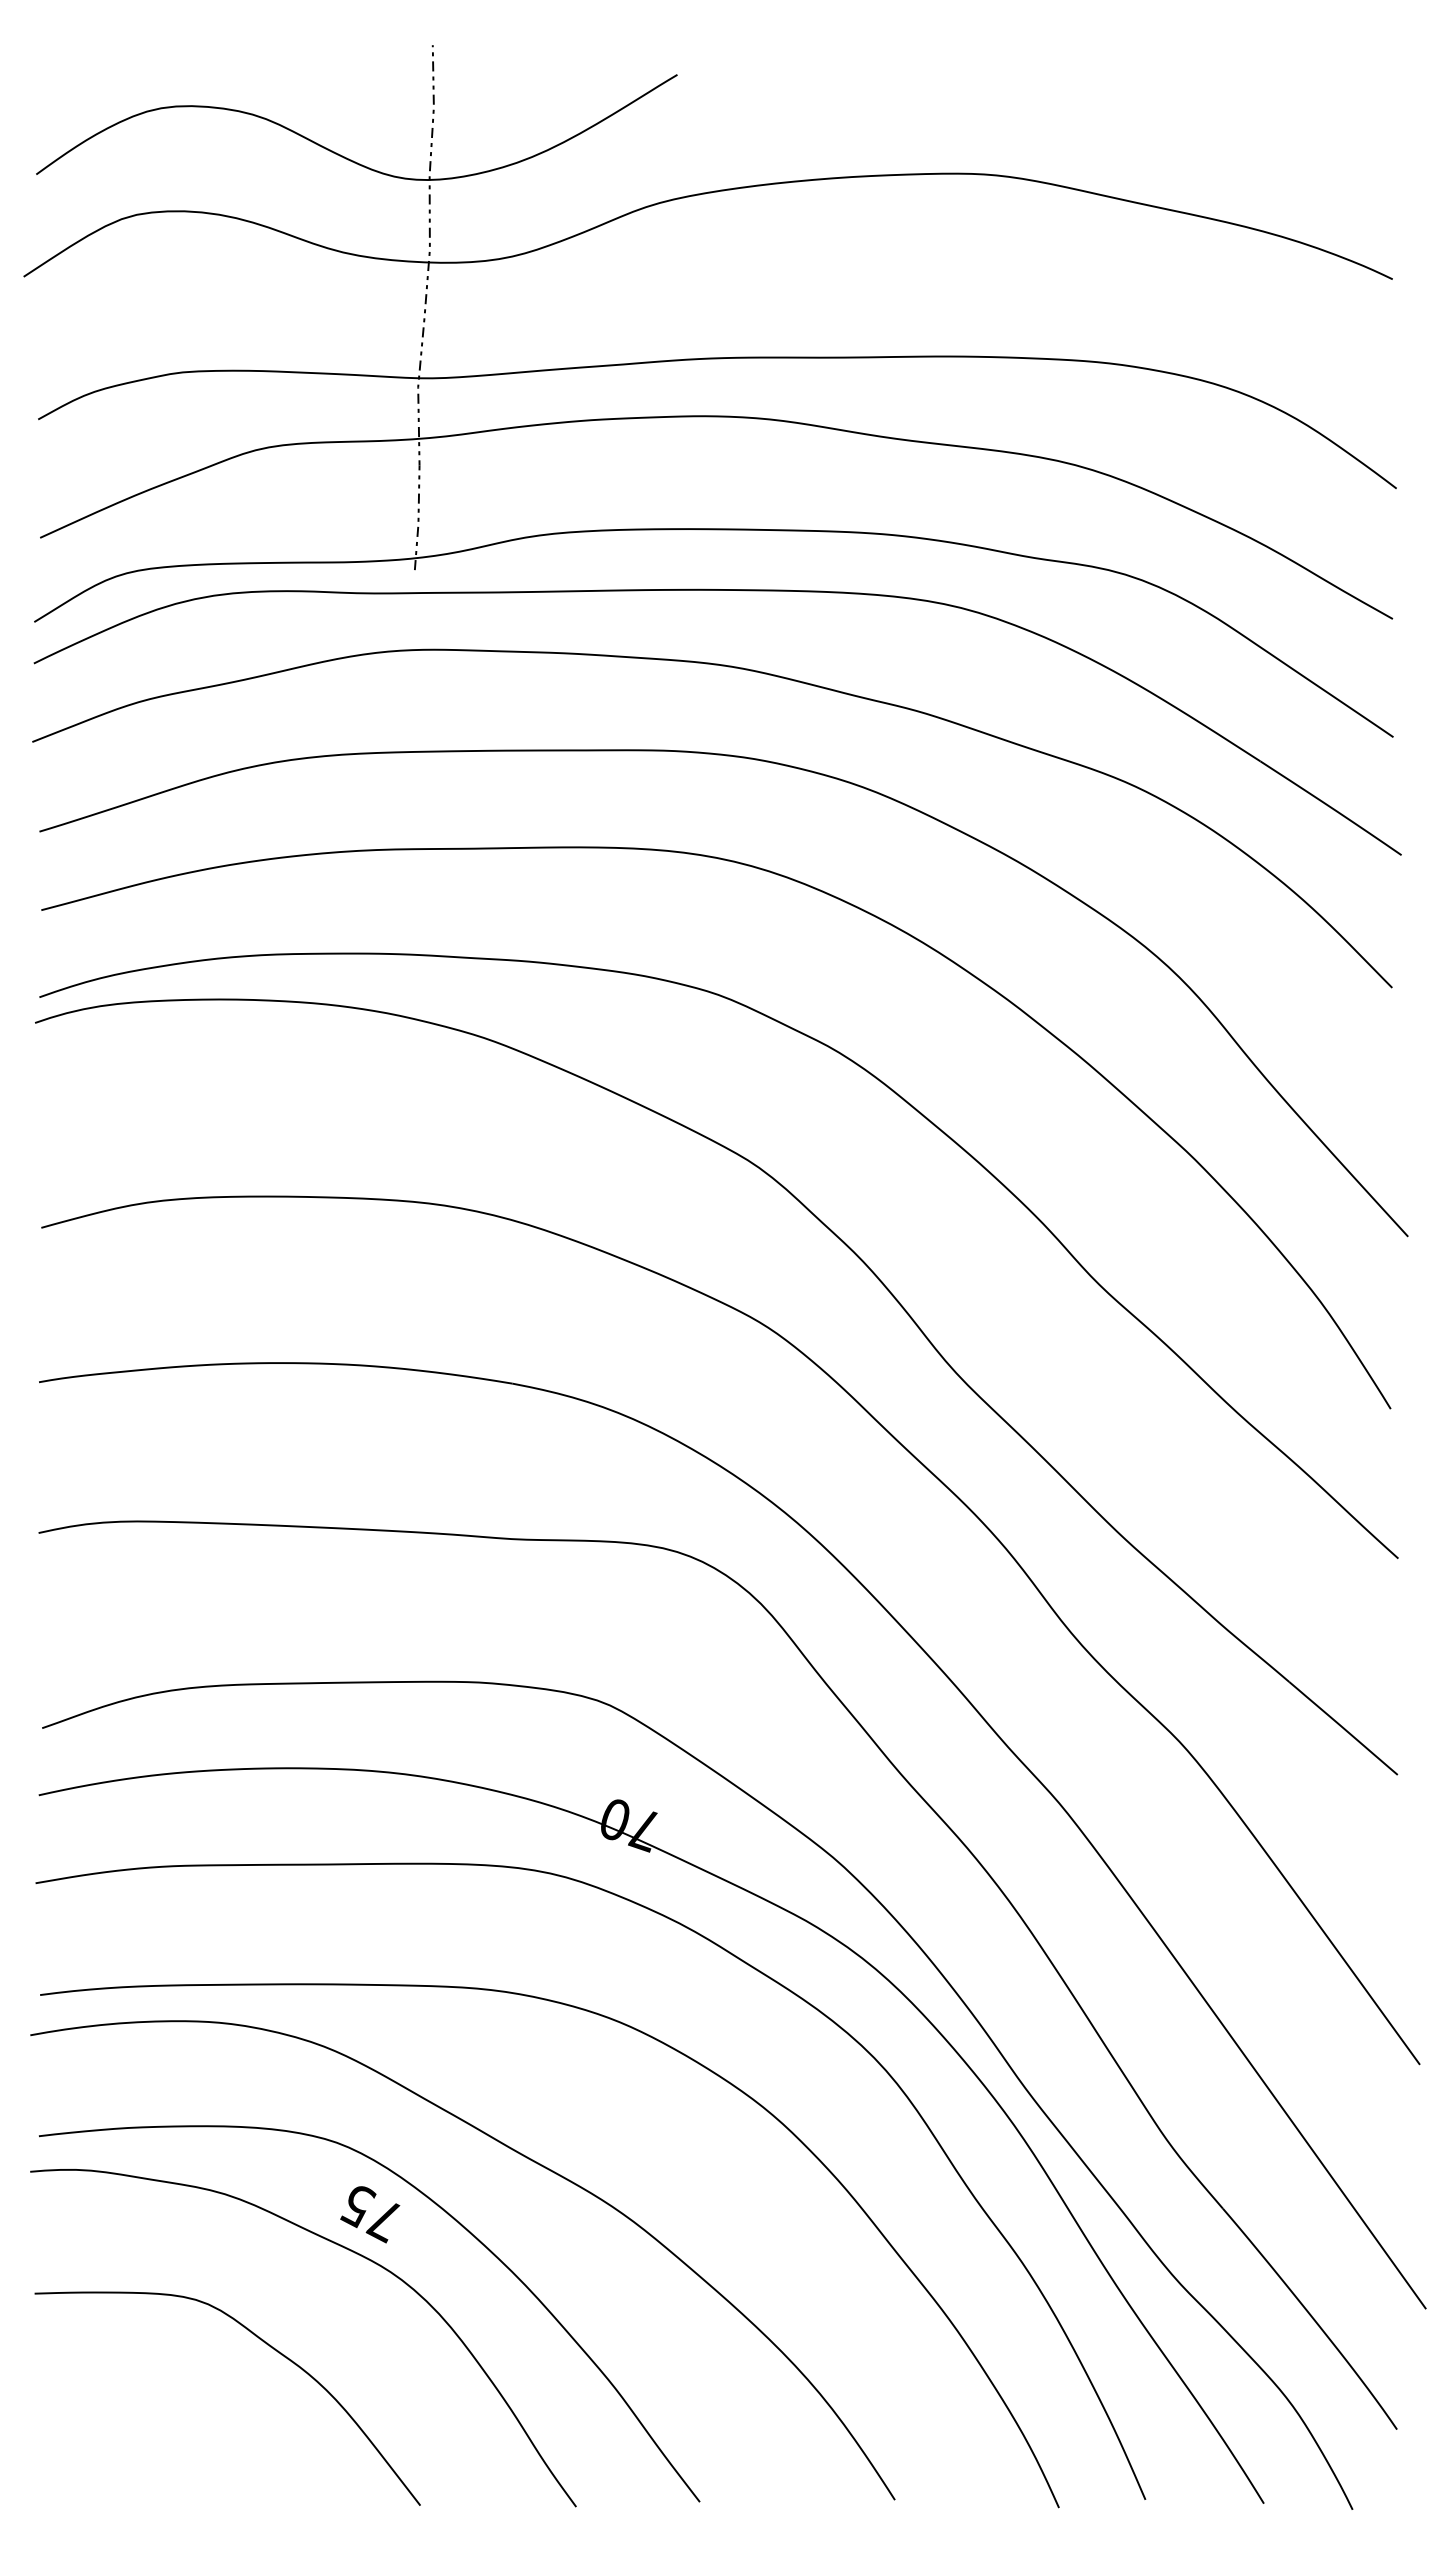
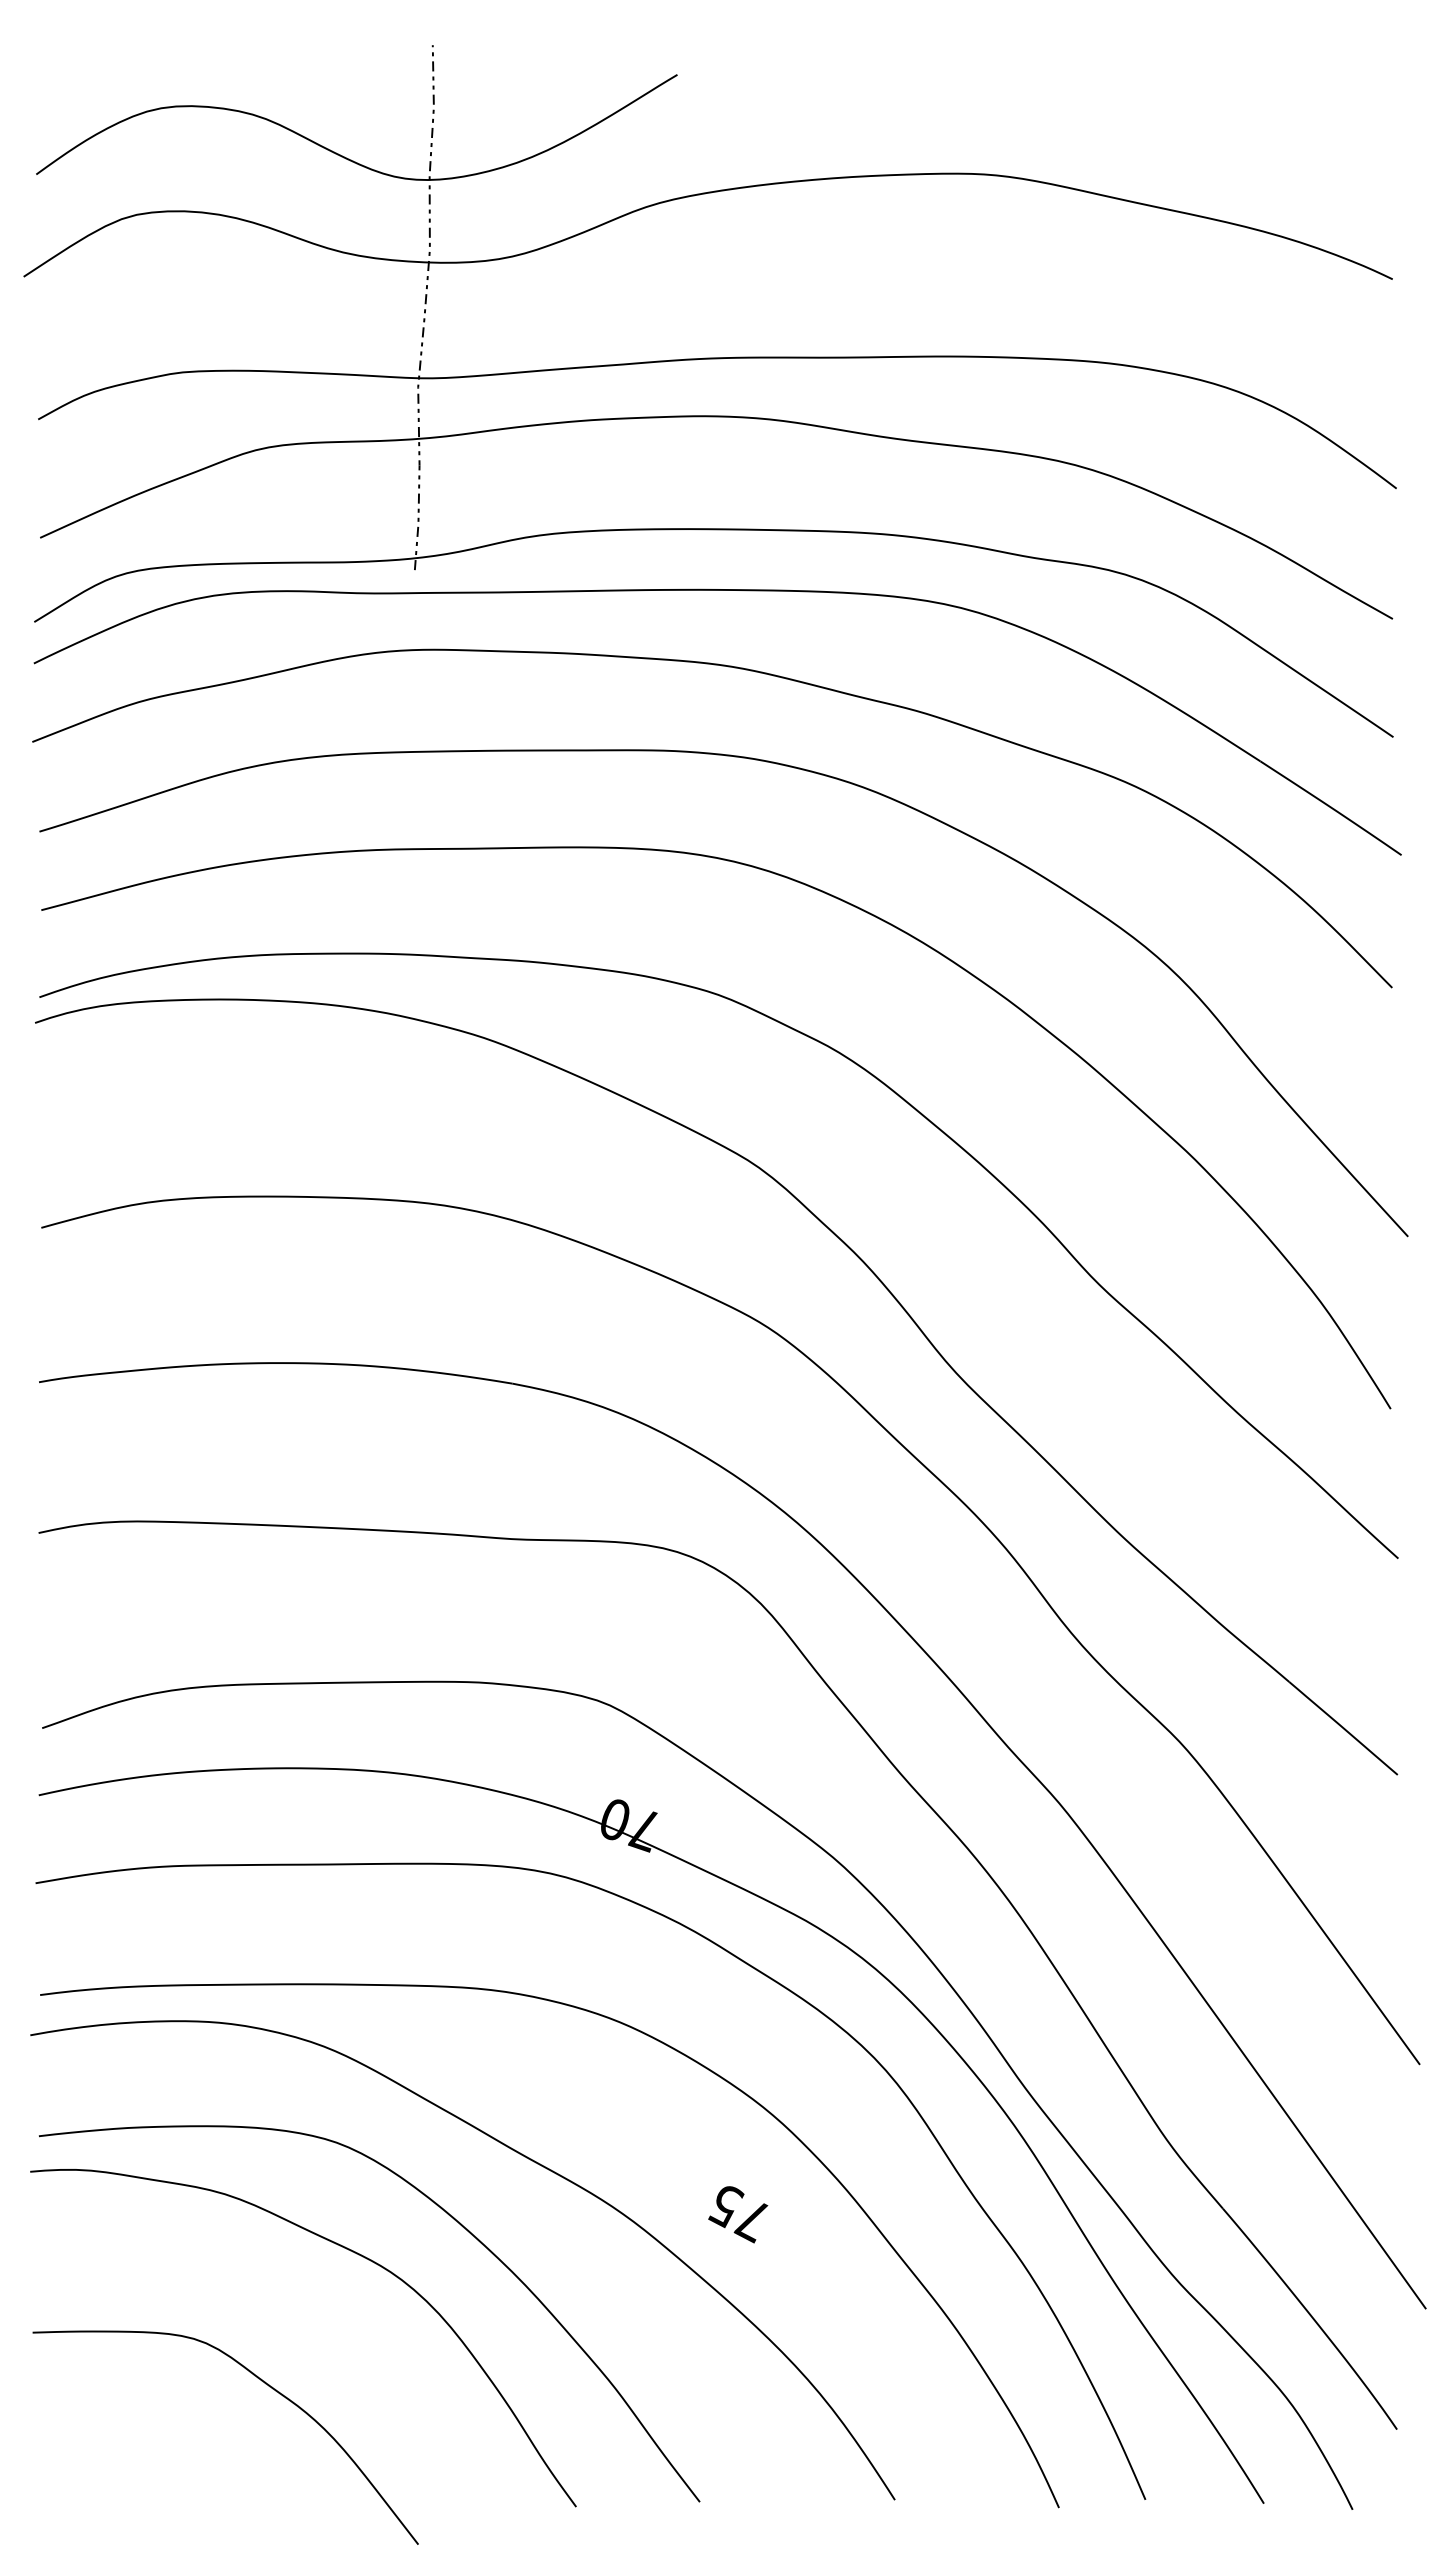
text at (370, 2214) position: (370, 2214) -> (738, 2214)
curve at (267, 2345) position: (267, 2345) -> (265, 2384)
